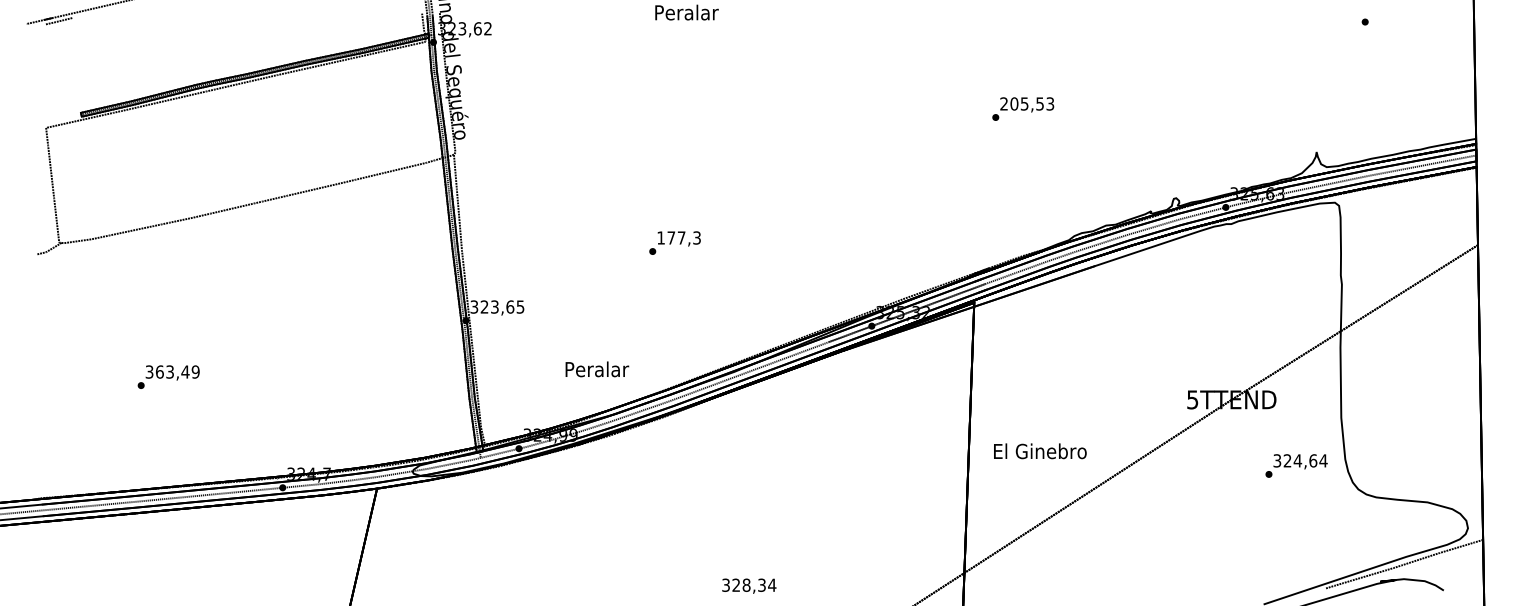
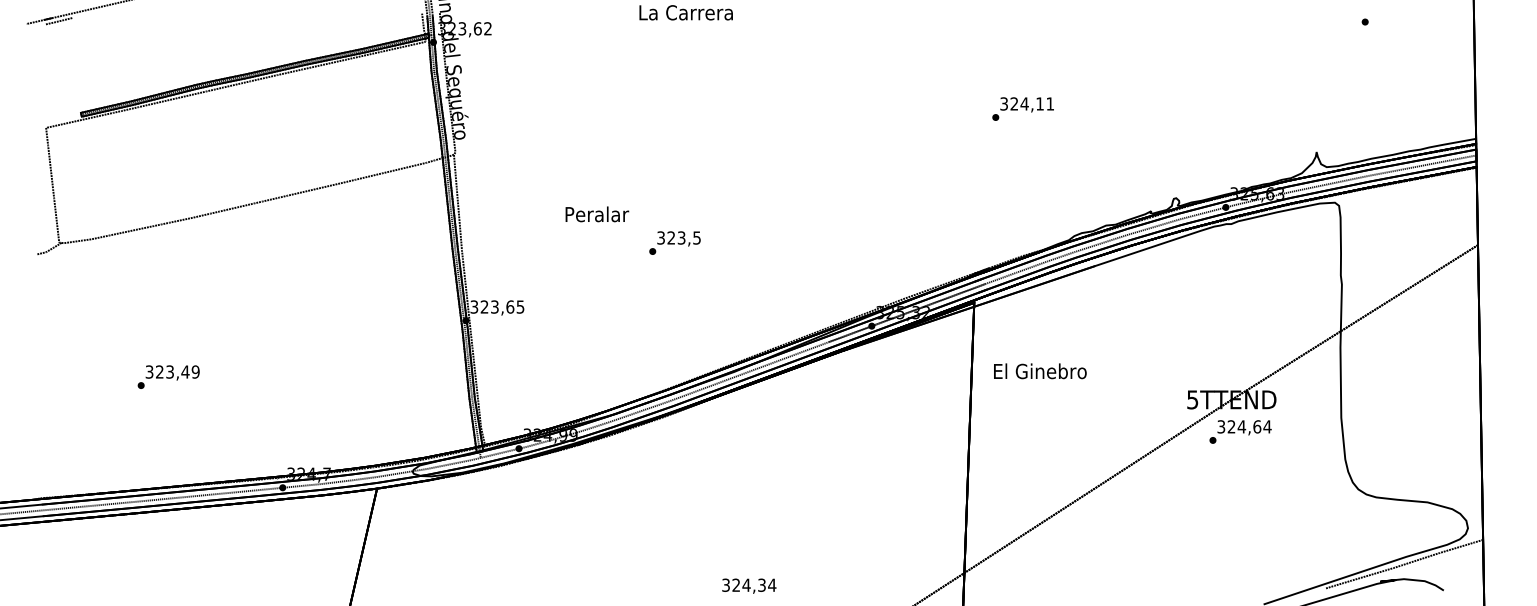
text at (685, 12): Peralar -> La Carrera
text at (1027, 103): 205,53 -> 324,11
text at (678, 237): 177,3 -> 323,5
text at (597, 369) position: (597, 369) -> (597, 214)
text at (159, 371): 363,49 -> 323,49
text at (1040, 451) position: (1040, 451) -> (1040, 371)
text at (1296, 465) position: (1296, 465) -> (1240, 431)
text at (746, 584): 328,34 -> 324,34
